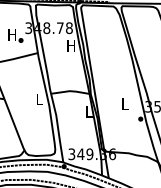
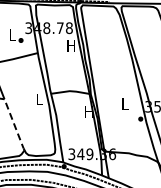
text at (11, 34): H -> L
text at (88, 111): L -> H
line at (14, 125): solid -> dashed
